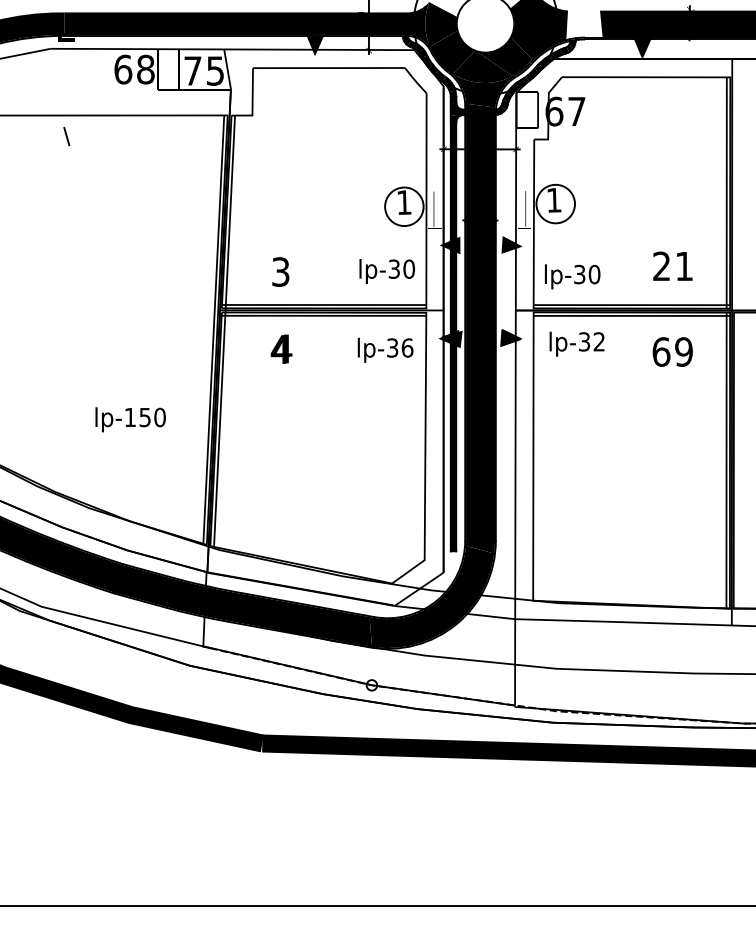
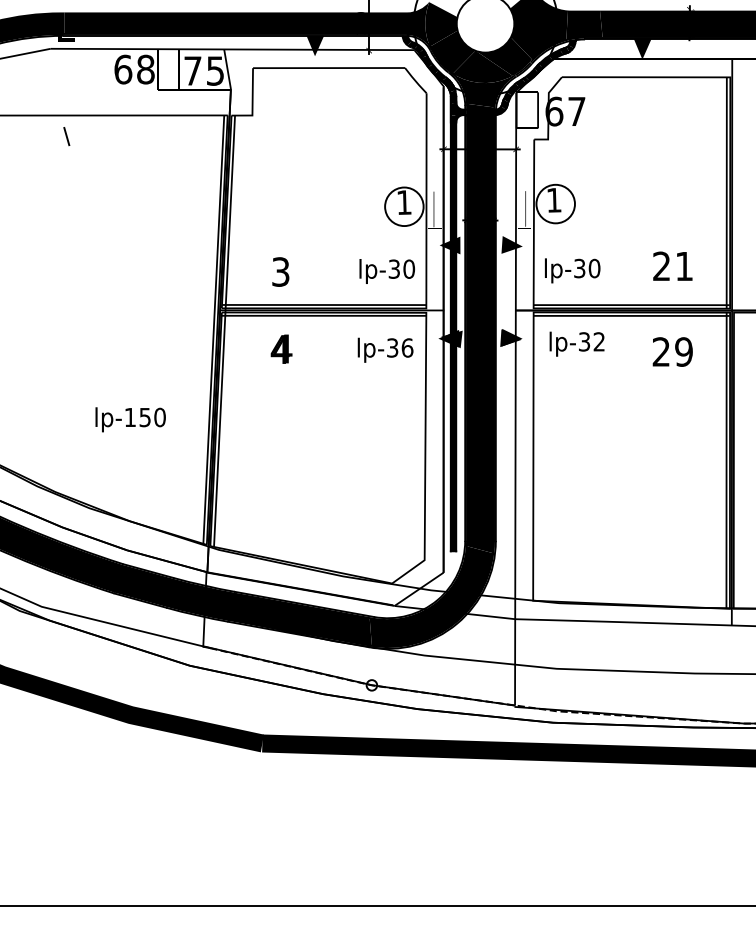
fill at (584, 25): none -> present
text at (572, 276) position: (572, 276) -> (572, 270)
text at (661, 351): 69 -> 29
